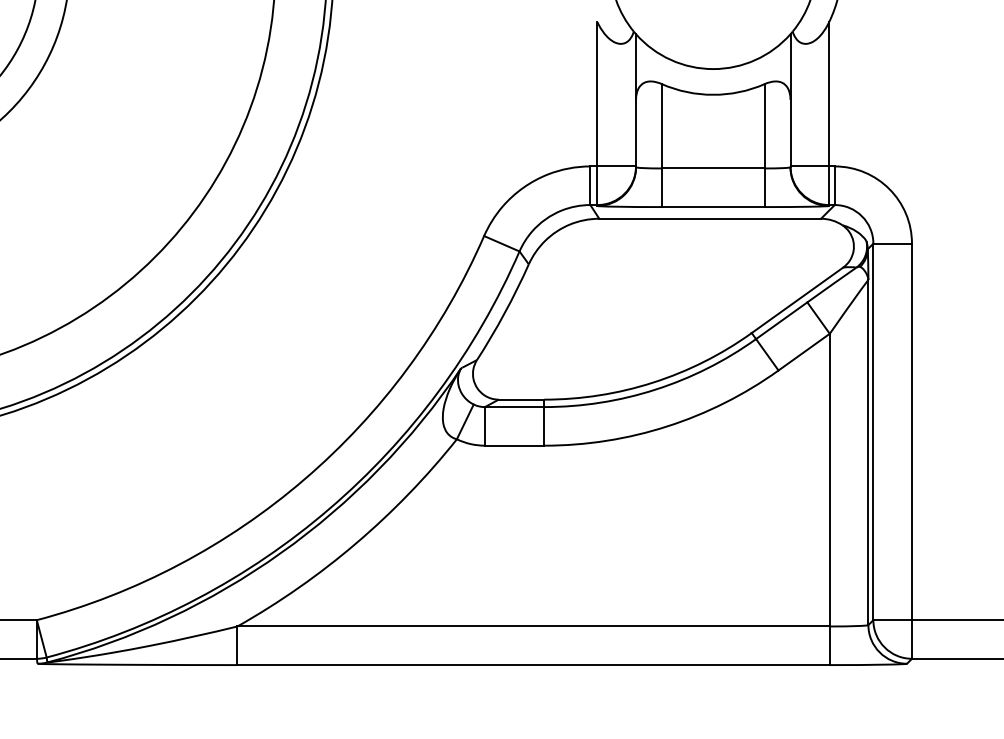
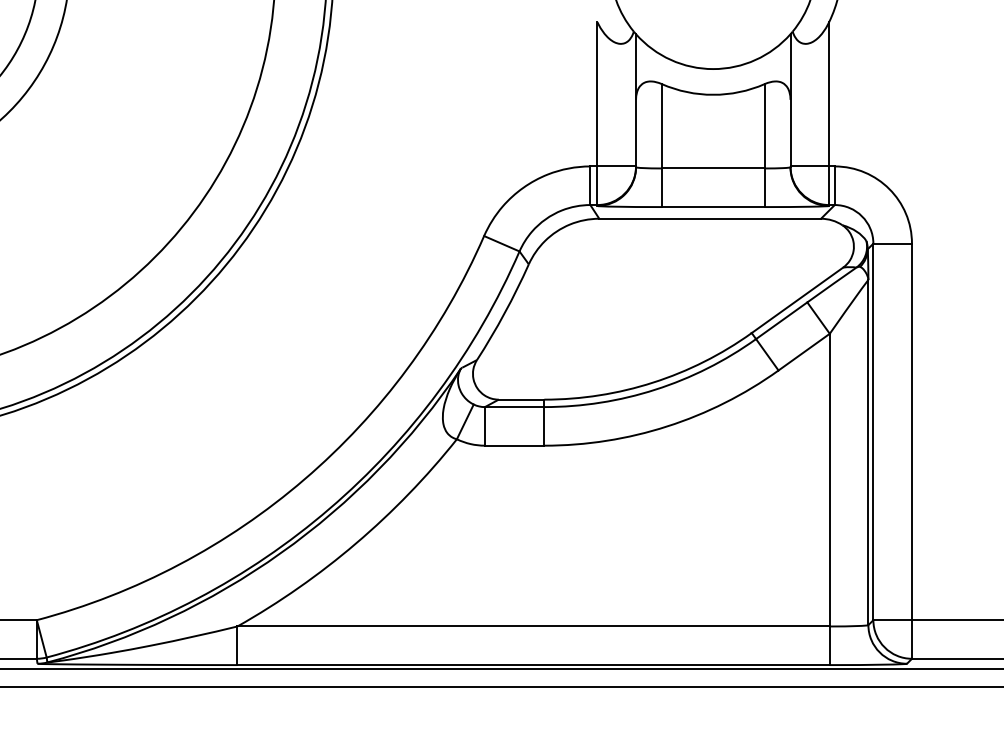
line at (501, 668): none -> present
line at (501, 686): none -> present
